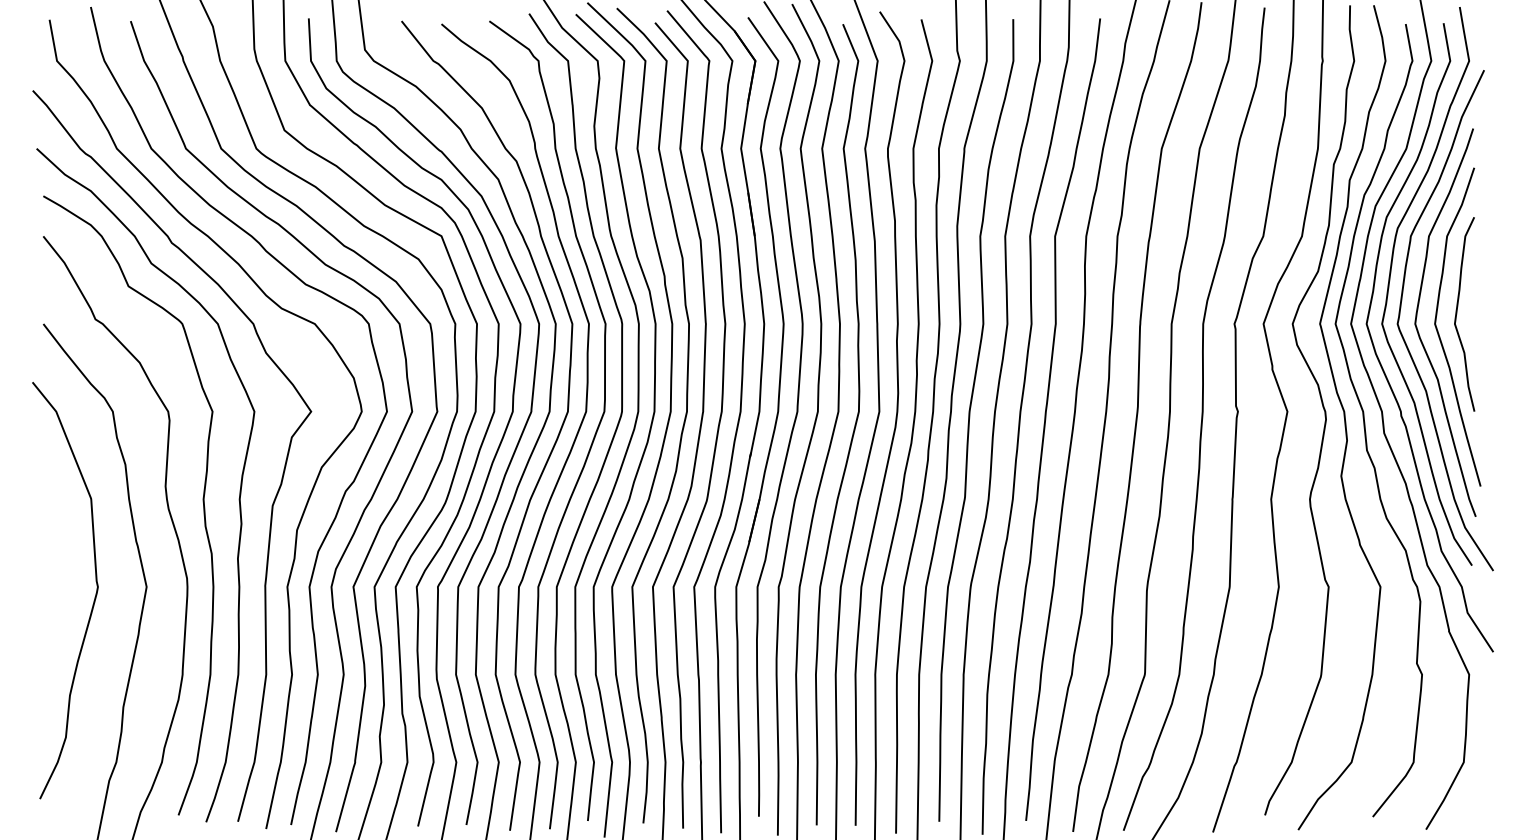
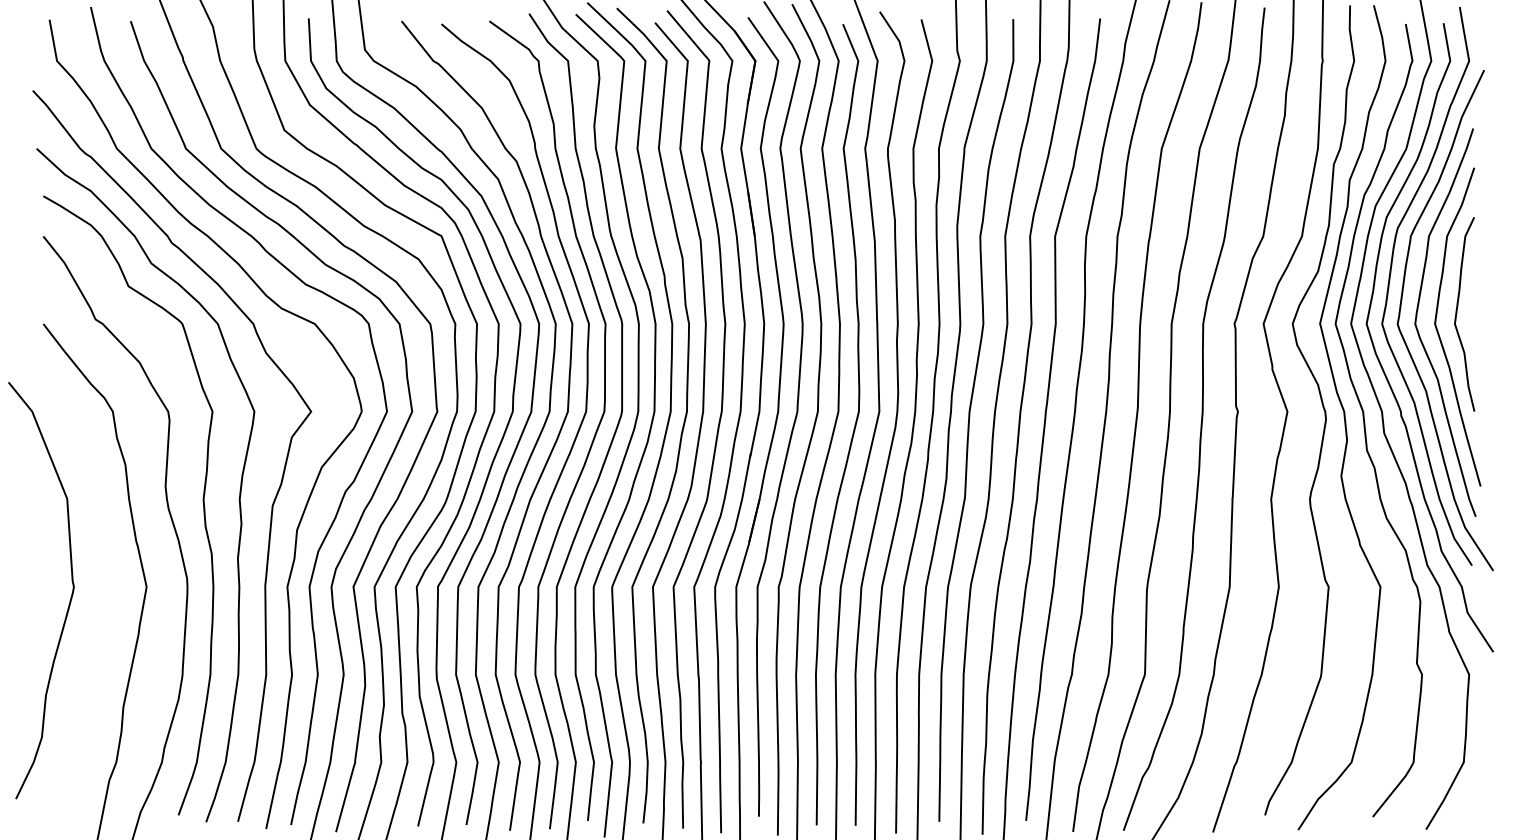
curve at (93, 600) position: (93, 600) -> (69, 600)
